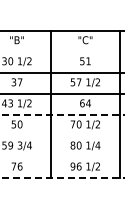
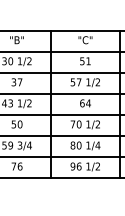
line at (61, 51): none -> present
line at (62, 114): dashed -> solid
line at (61, 135): none -> present
line at (61, 157): none -> present
line at (62, 178): dashed -> solid
